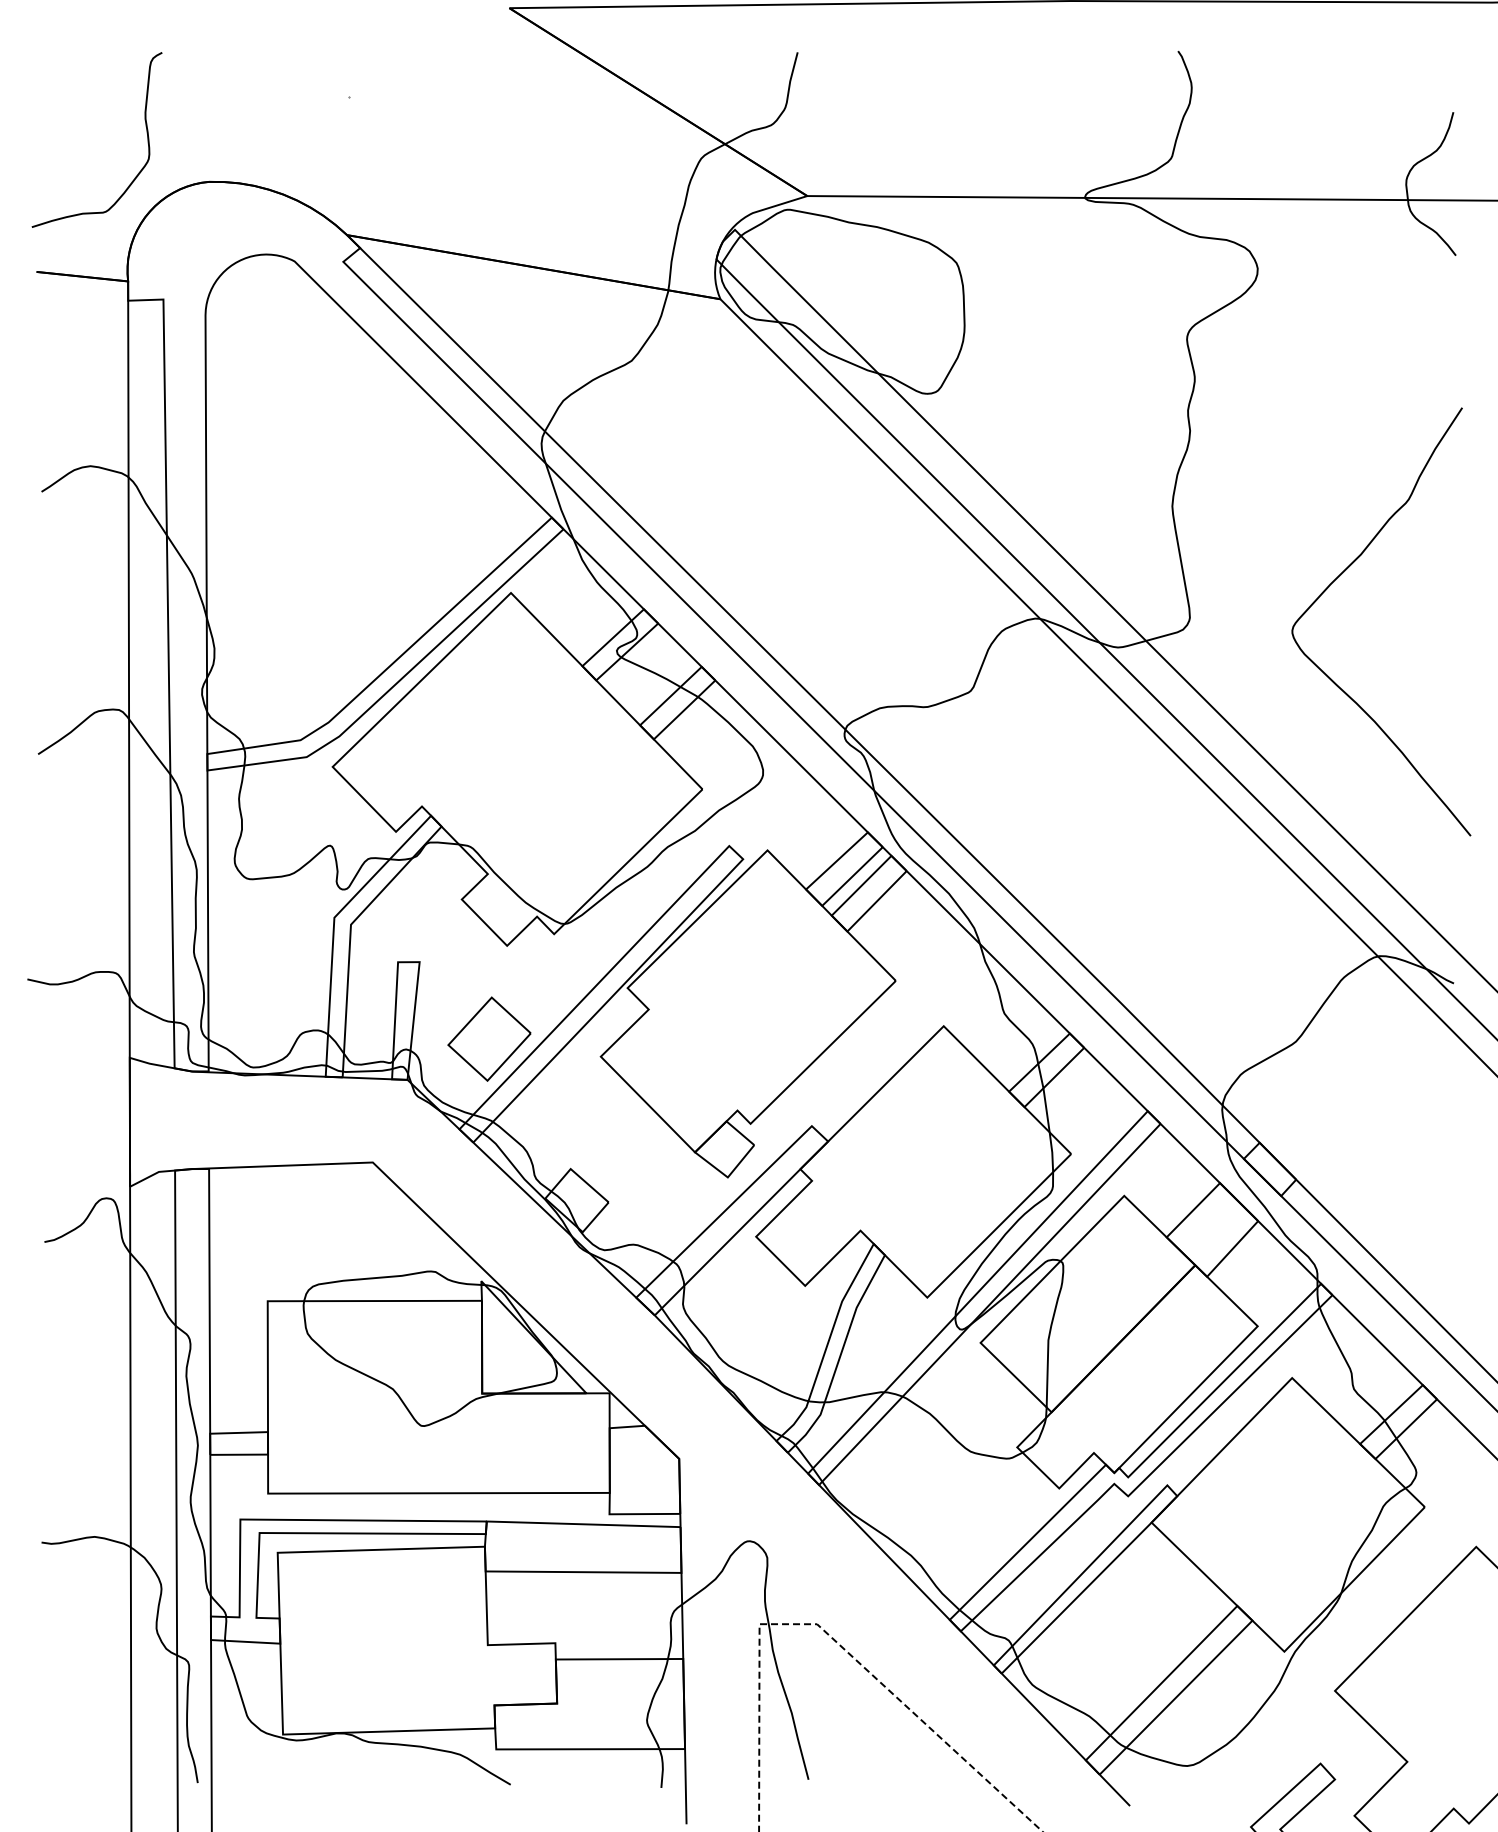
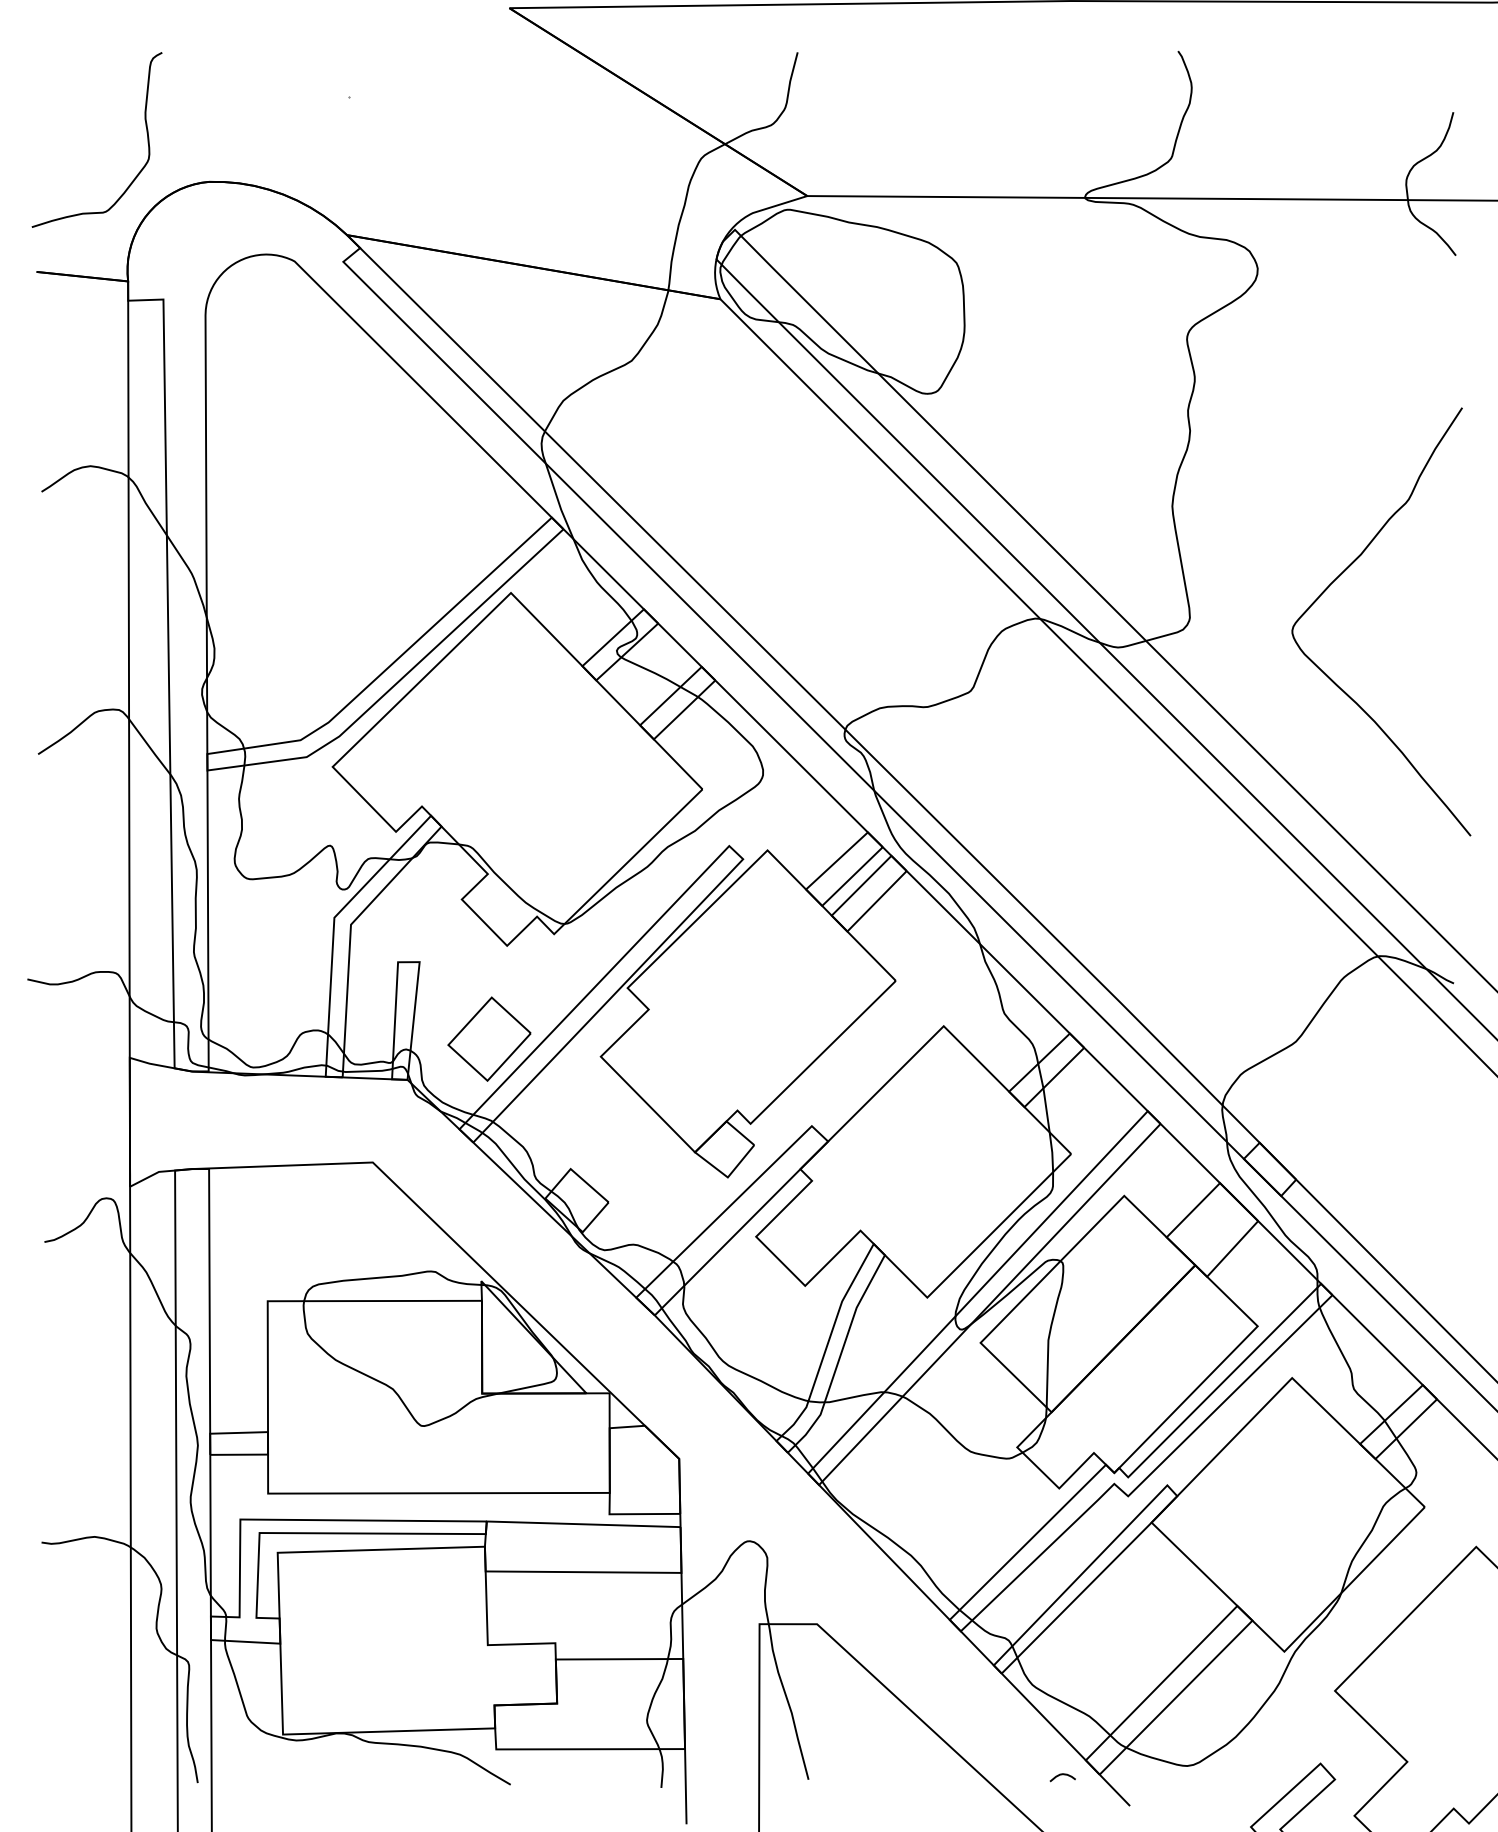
line at (831, 1637): dashed -> solid
curve at (1062, 1775): none -> present
